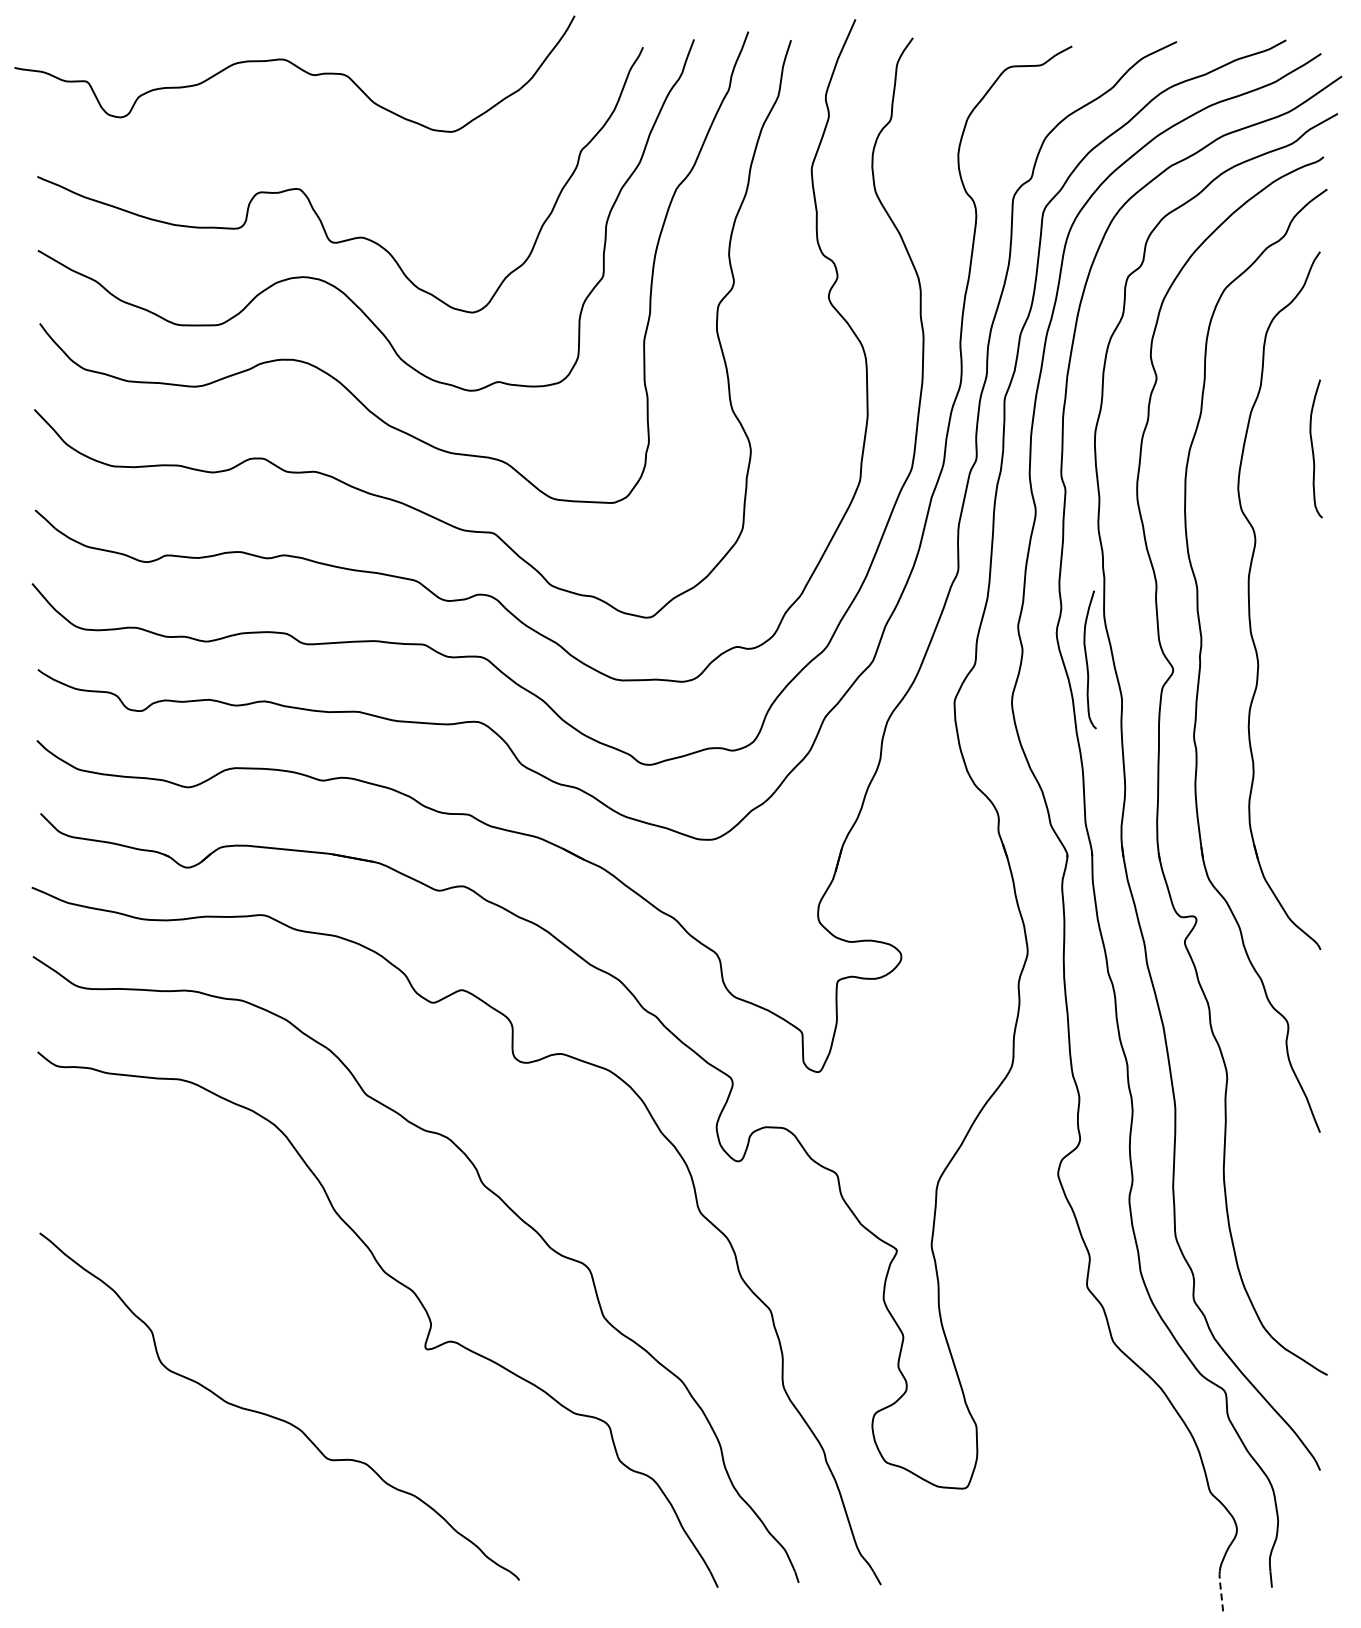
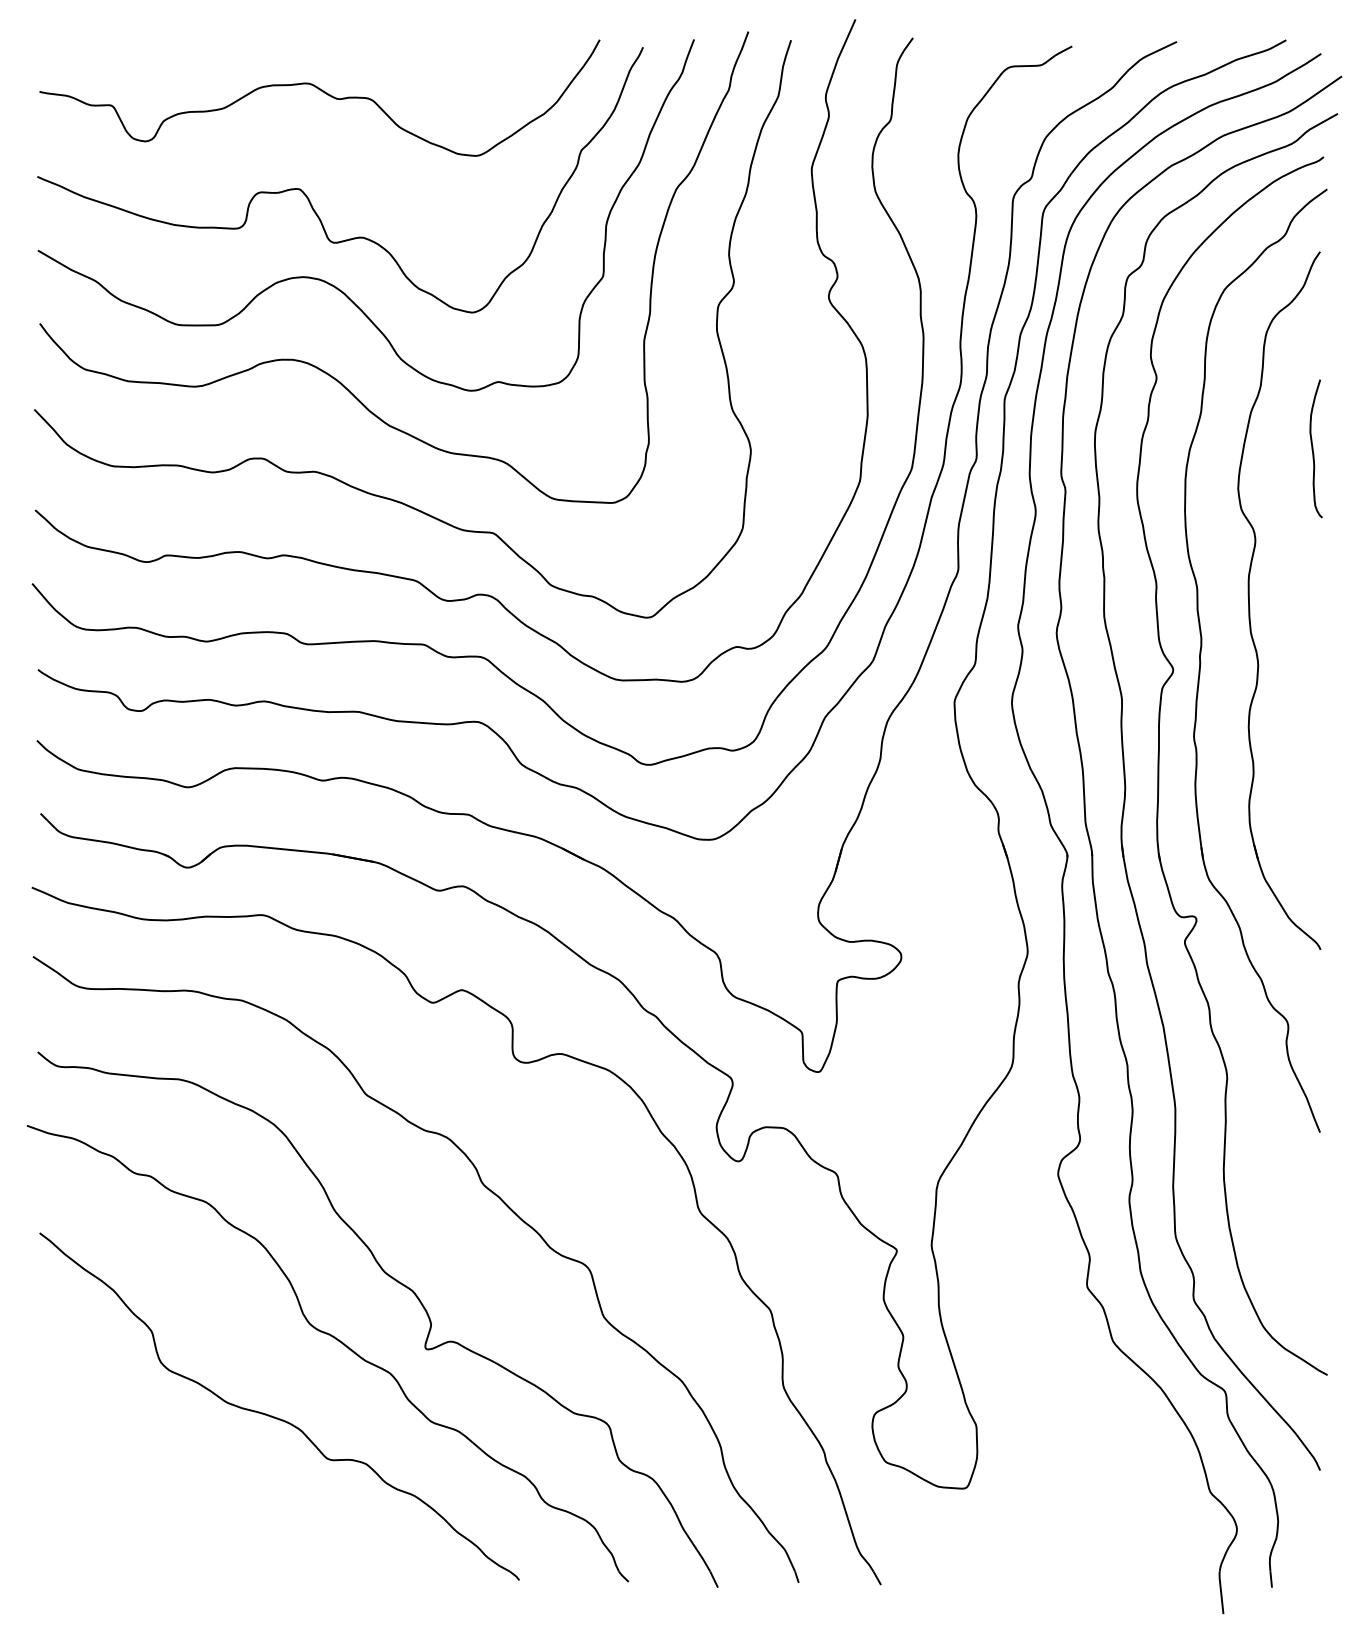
curve at (296, 67) position: (296, 67) -> (321, 91)
curve at (1087, 659): present -> none
part at (335, 1339): none -> present
line at (1221, 1591): dashed -> solid
